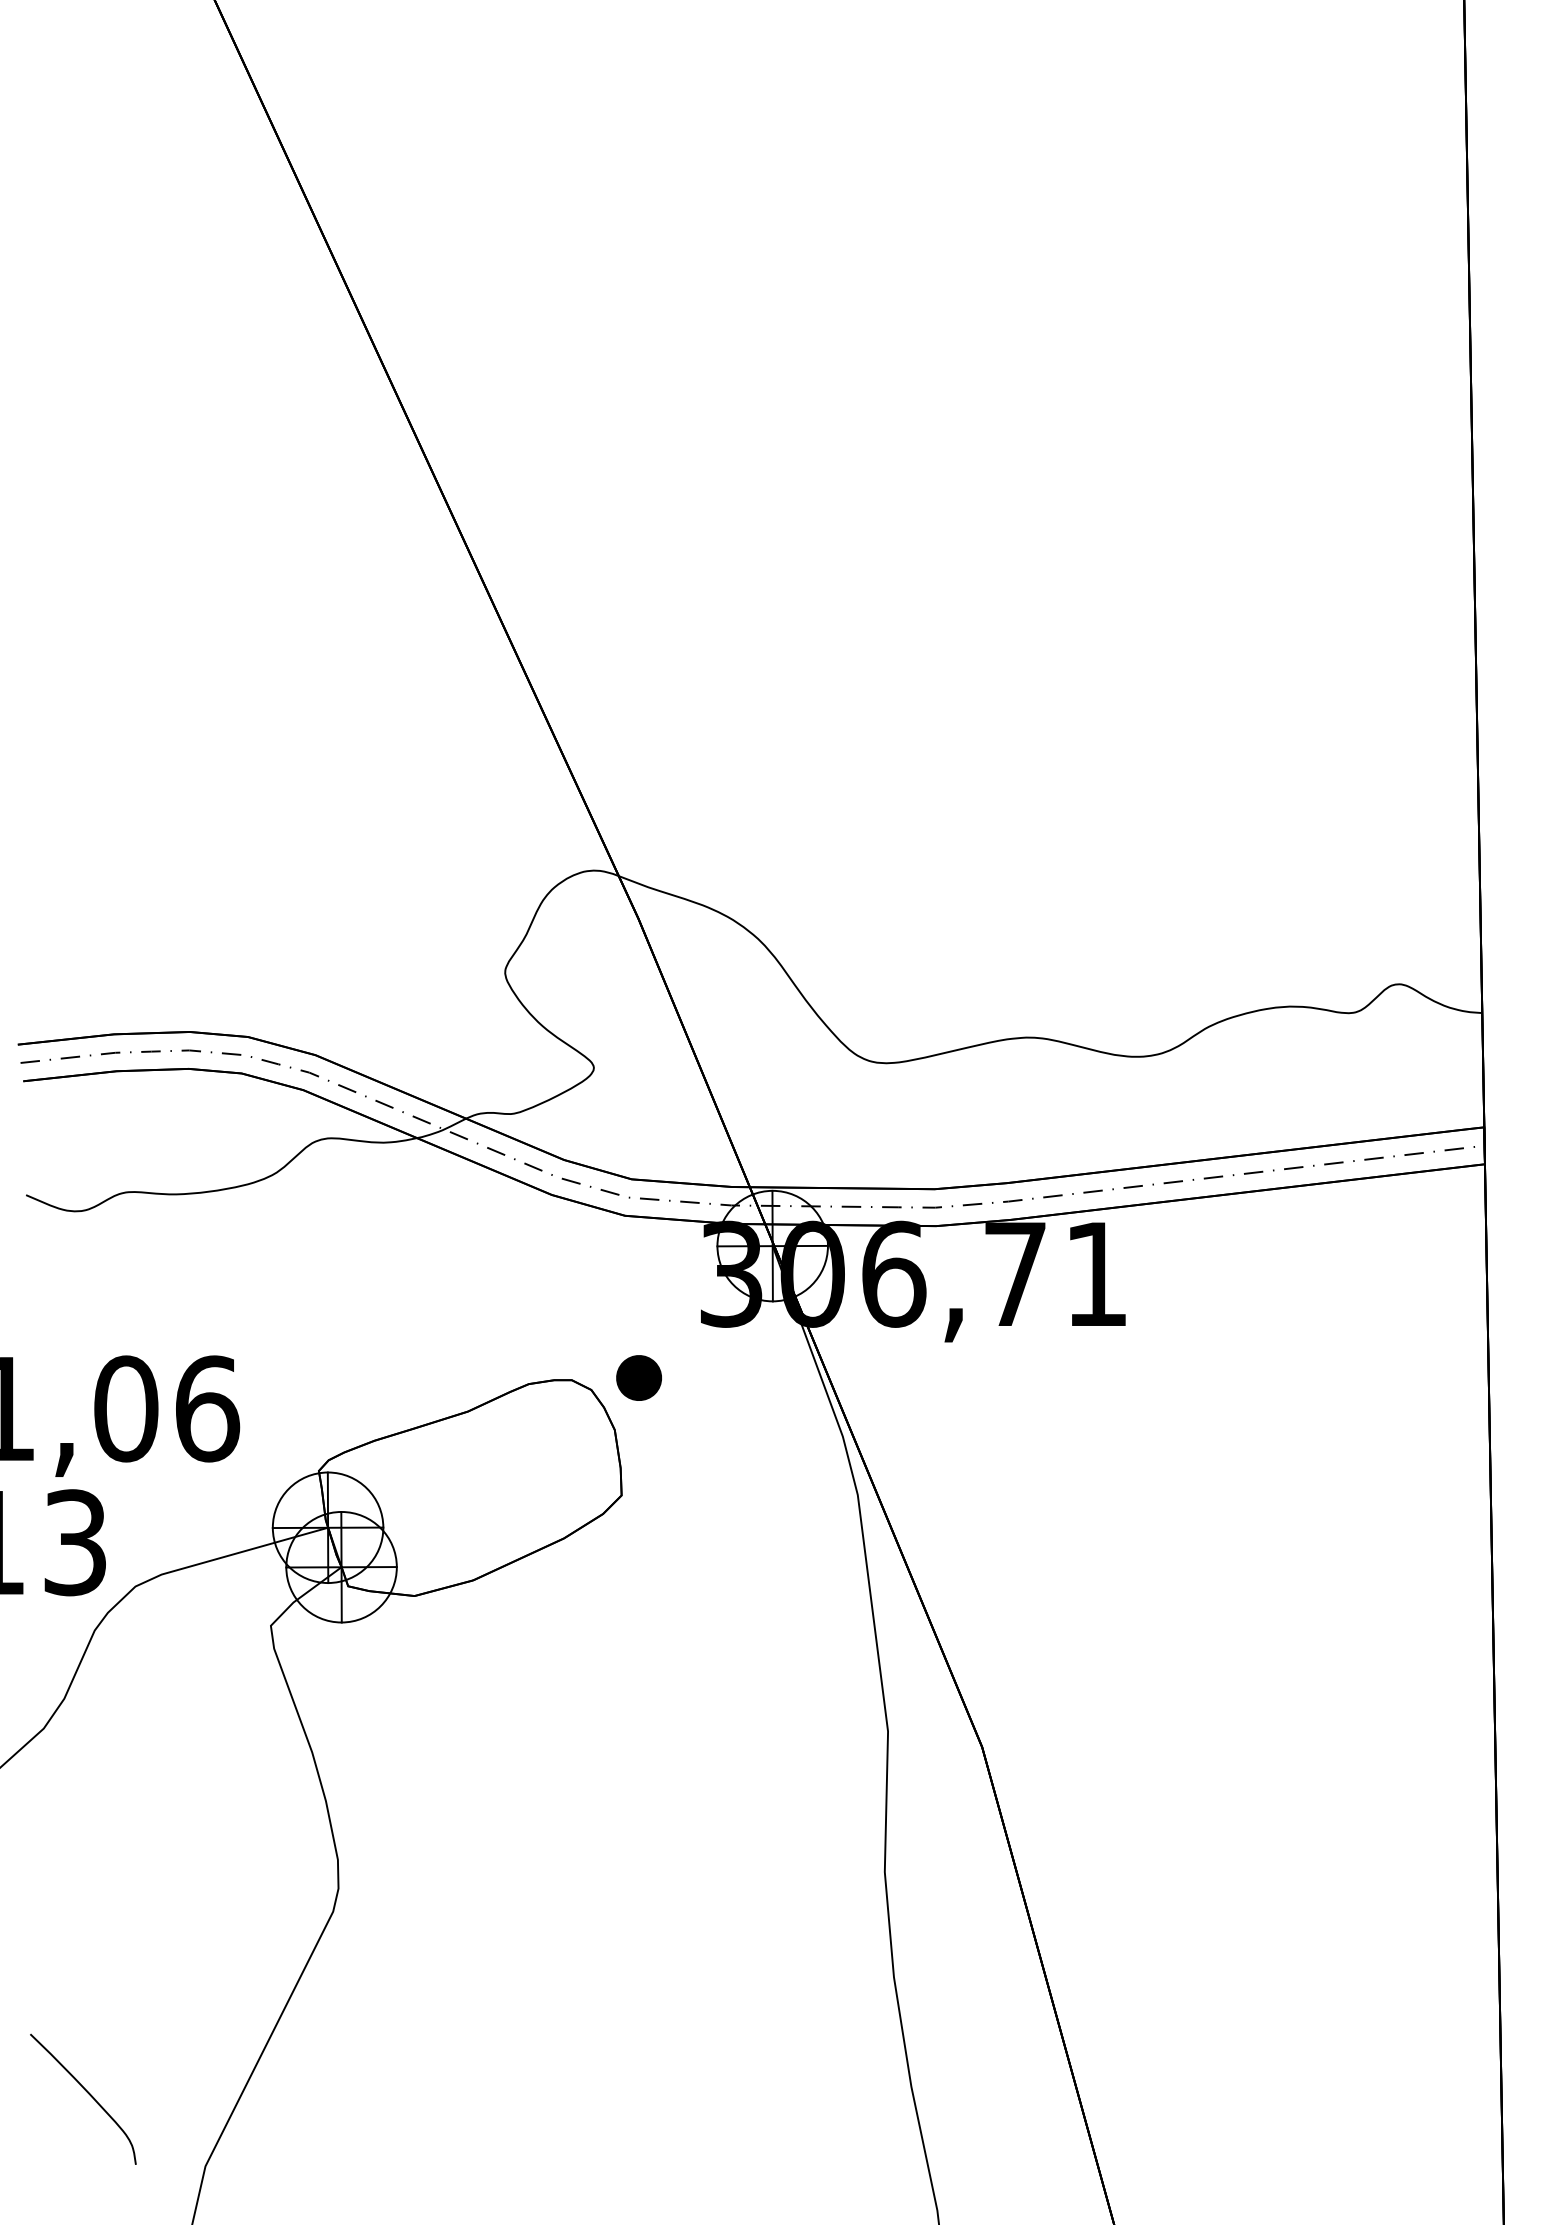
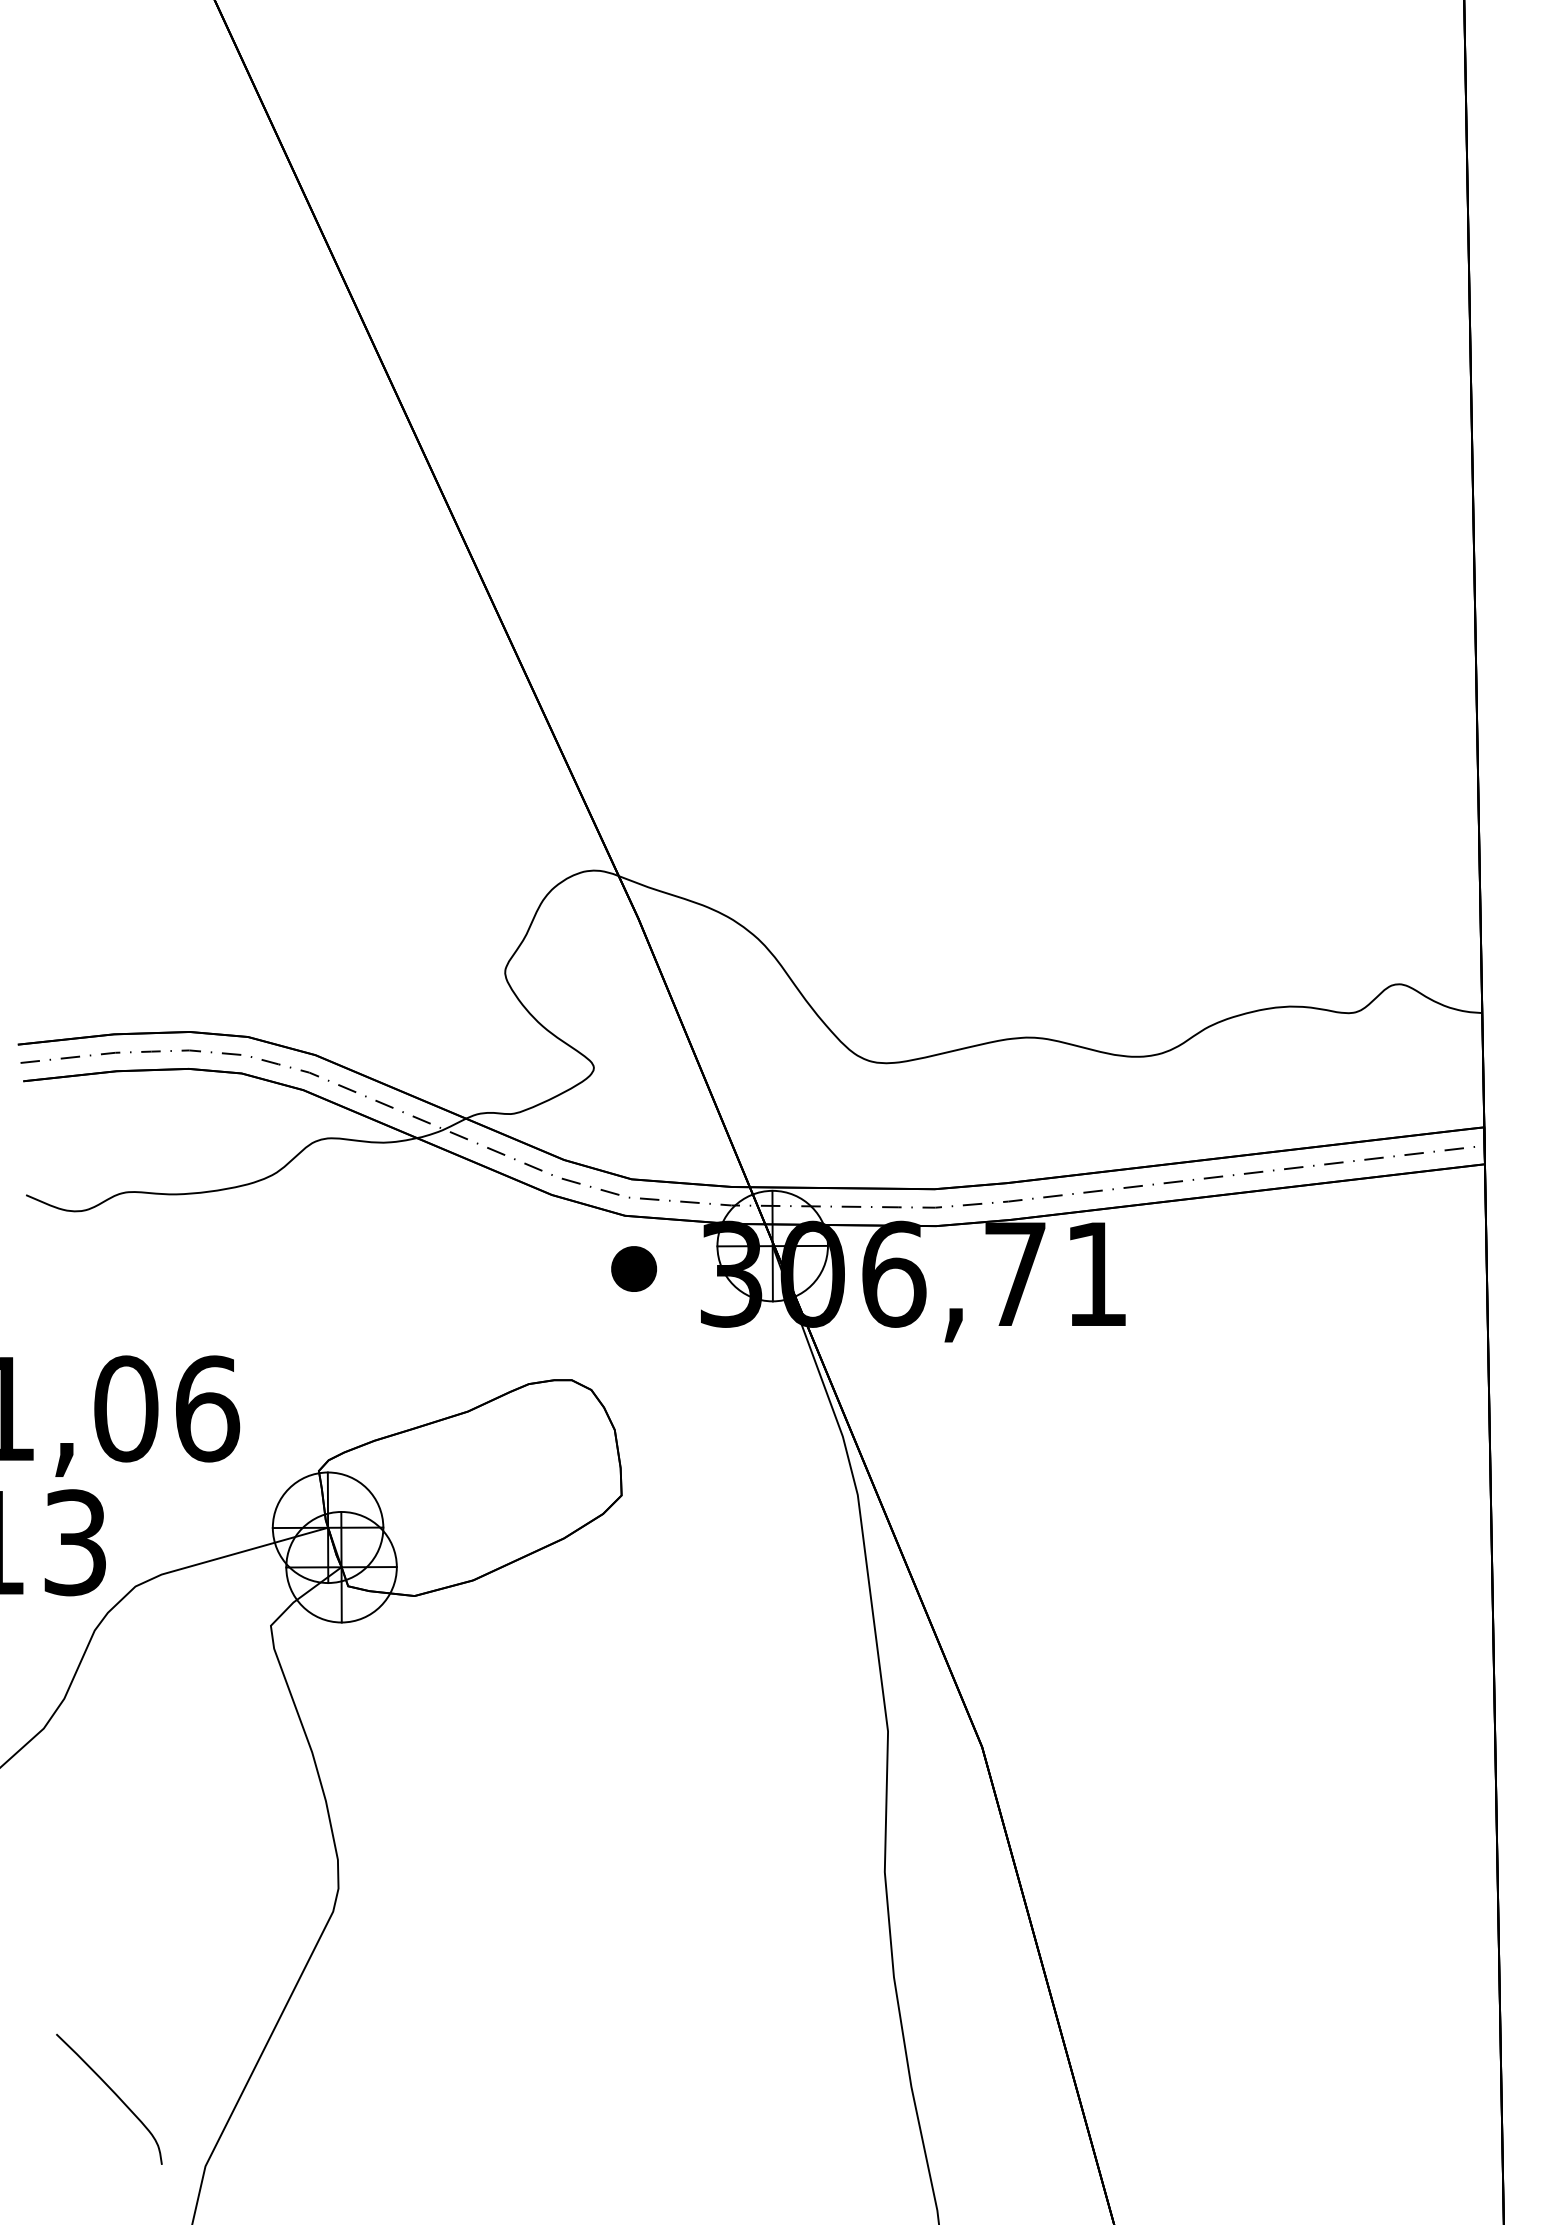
part at (638, 1377) position: (638, 1377) -> (633, 1268)
curve at (87, 2093) position: (87, 2093) -> (113, 2093)
